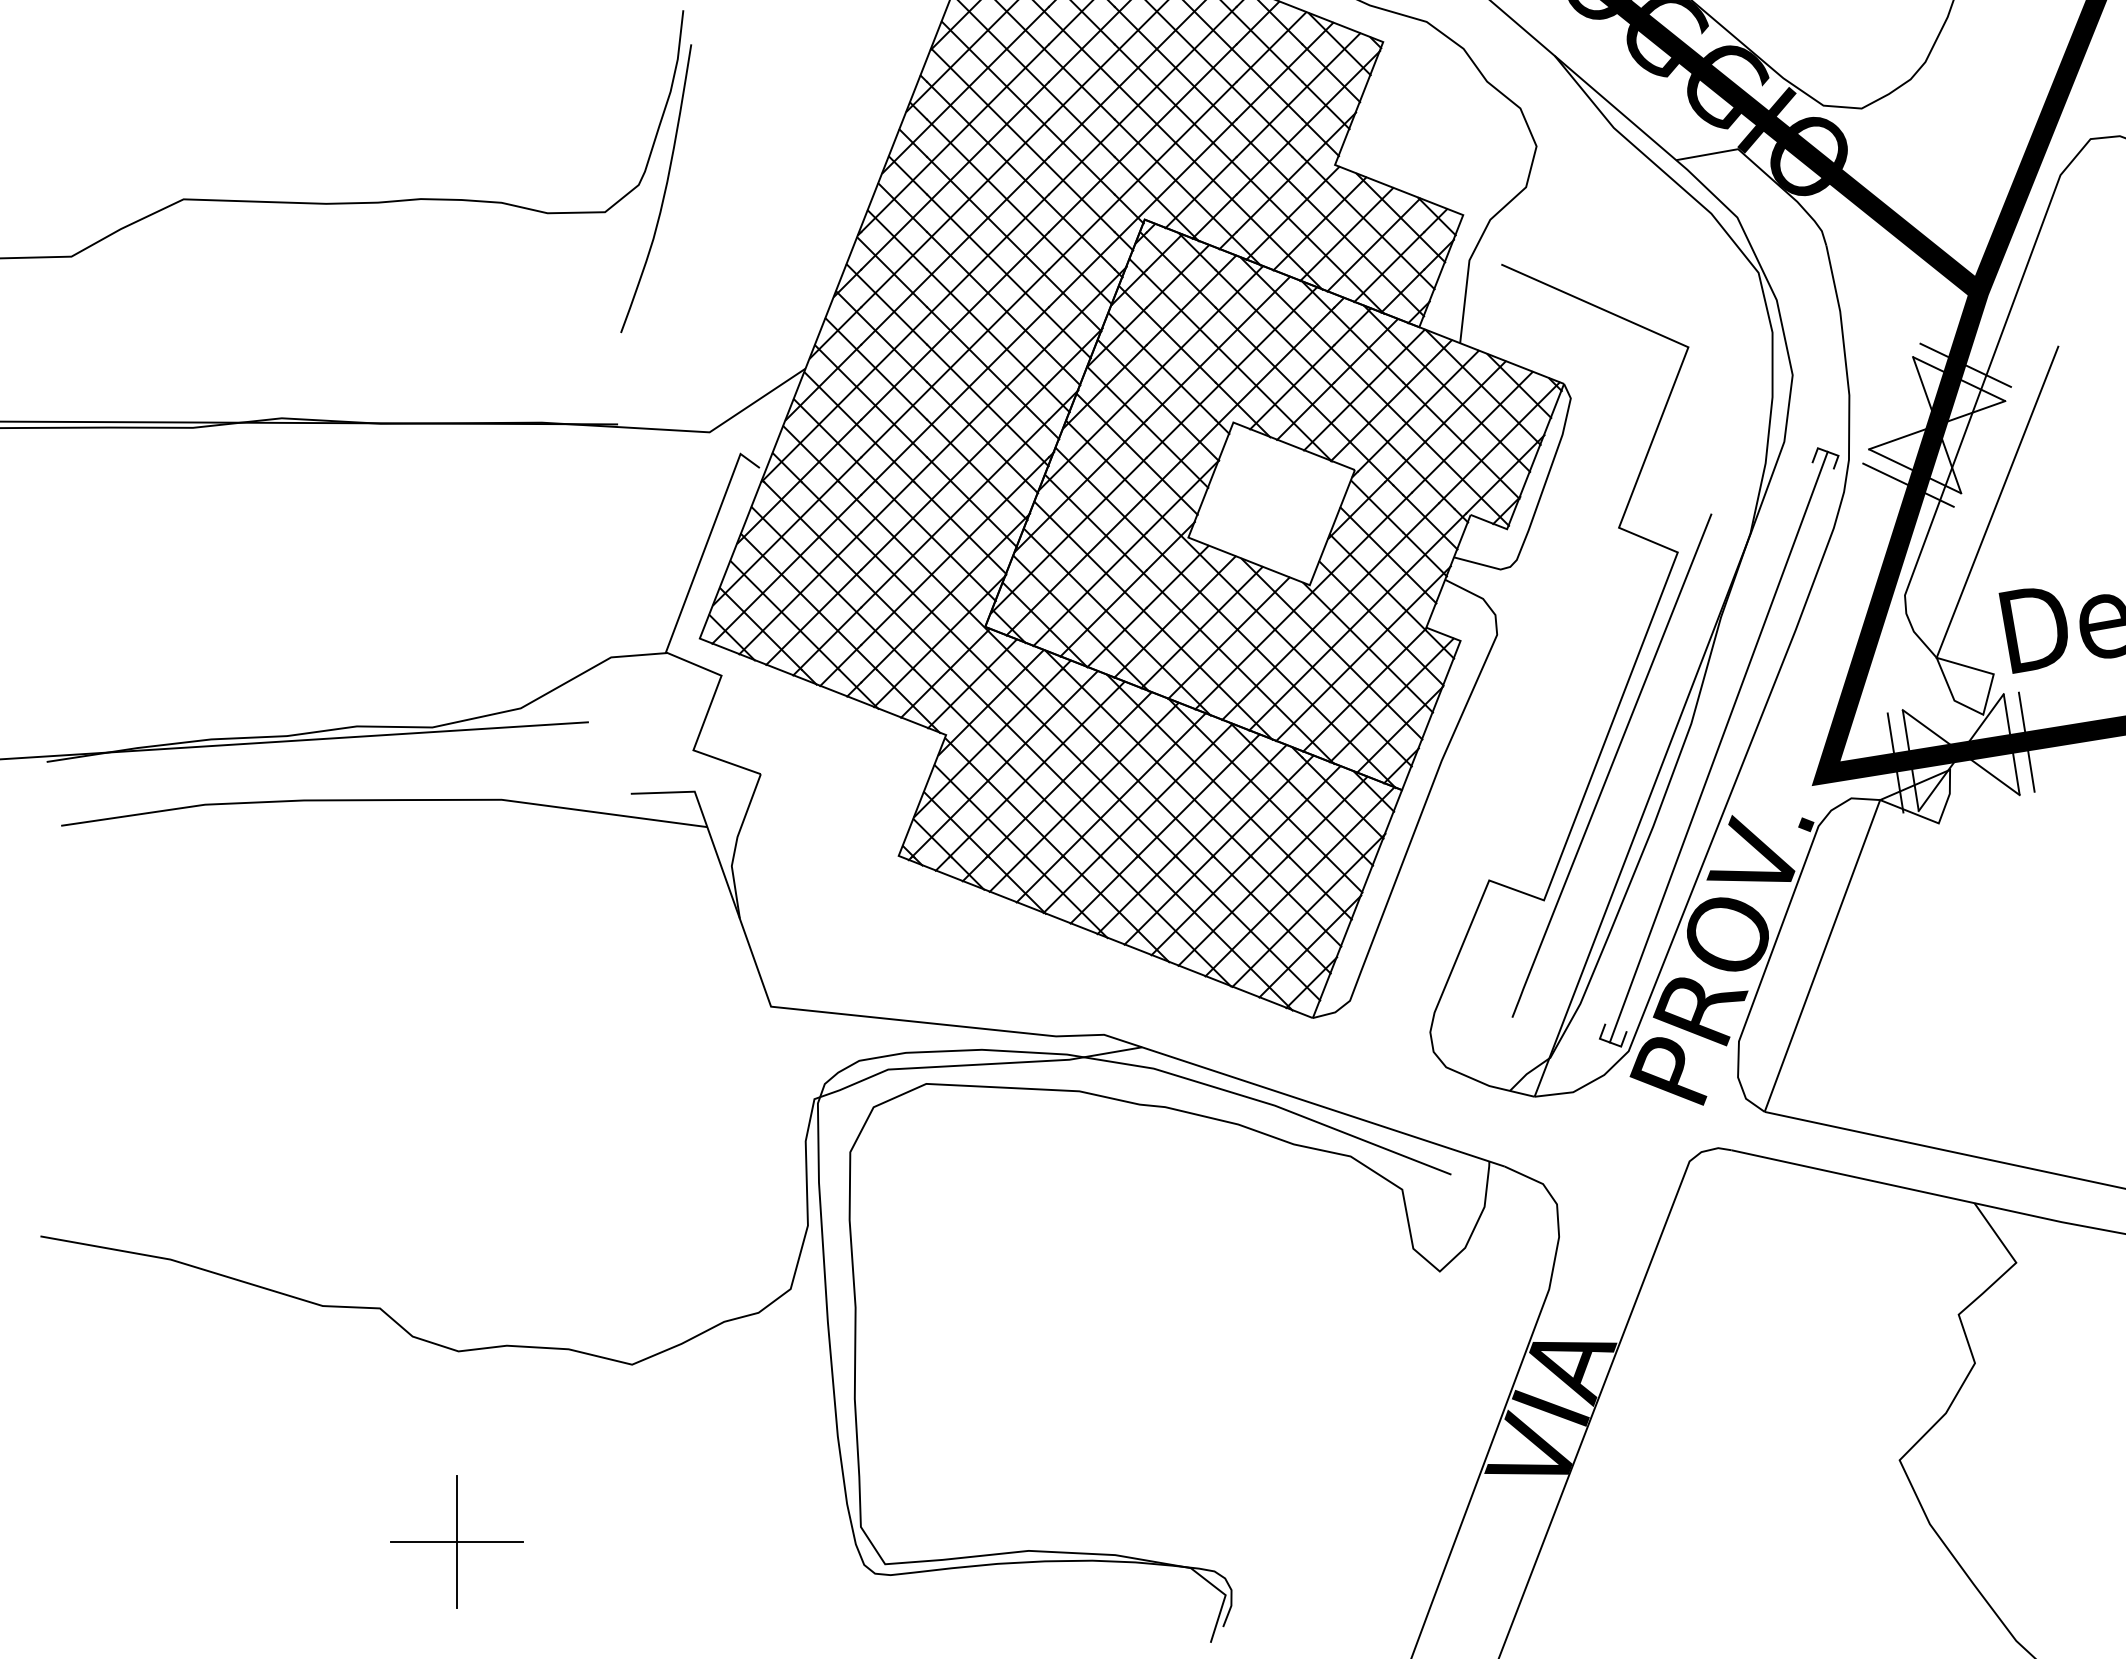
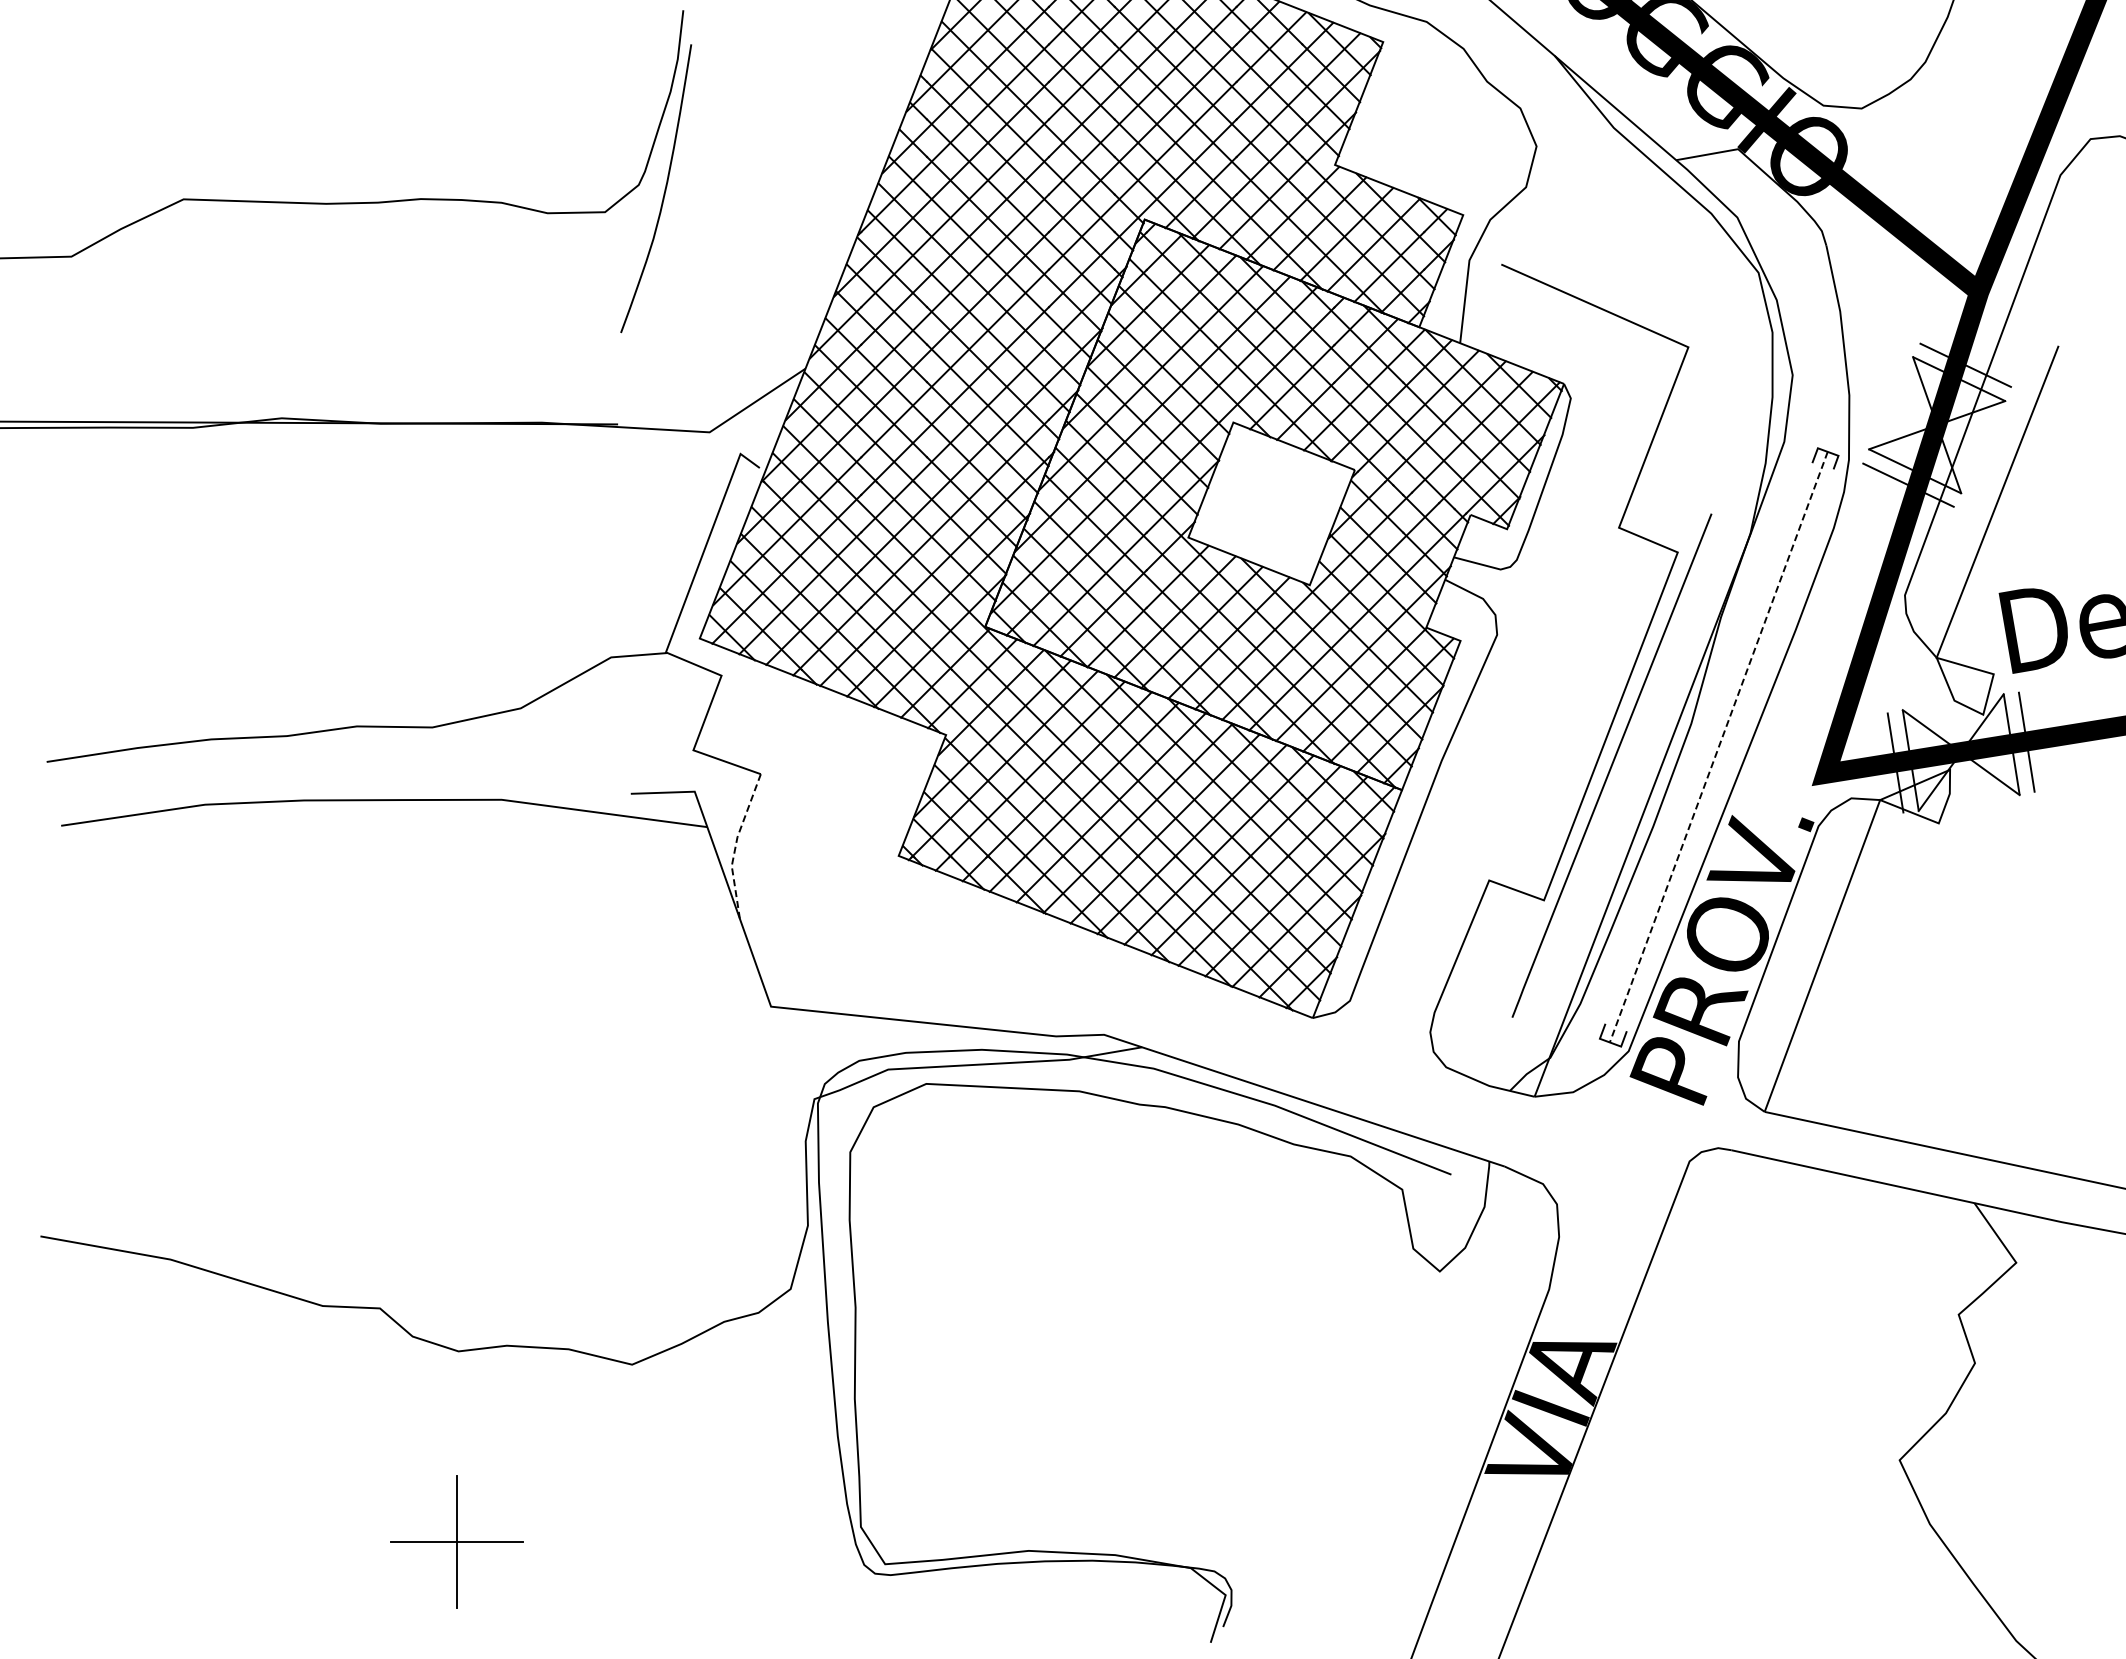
line at (294, 740): present -> none
line at (1718, 747): solid -> dashed
line at (735, 844): solid -> dashed
